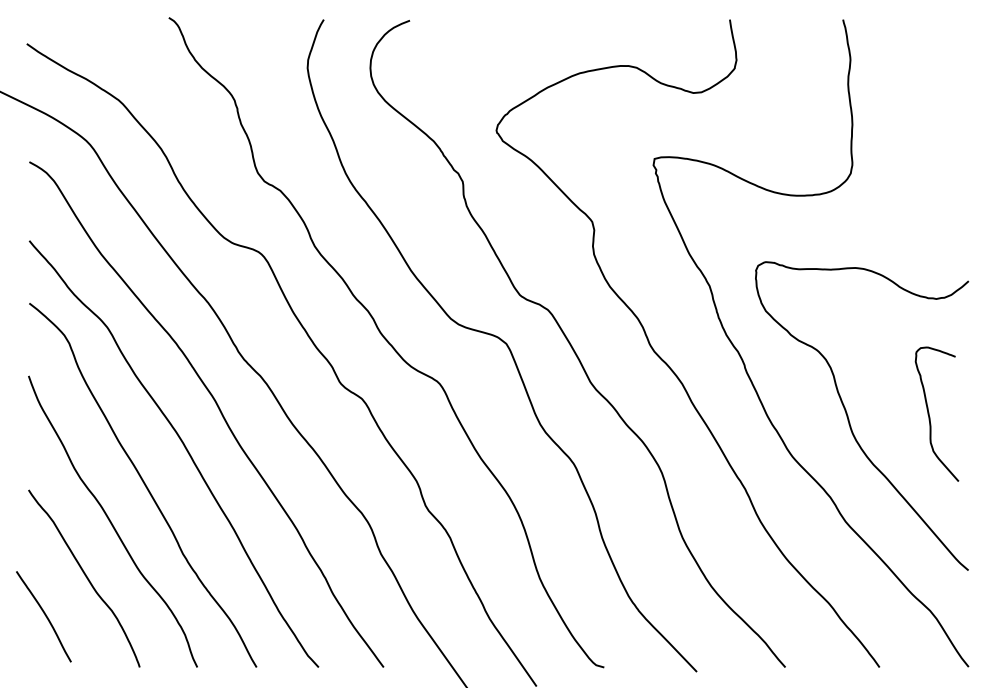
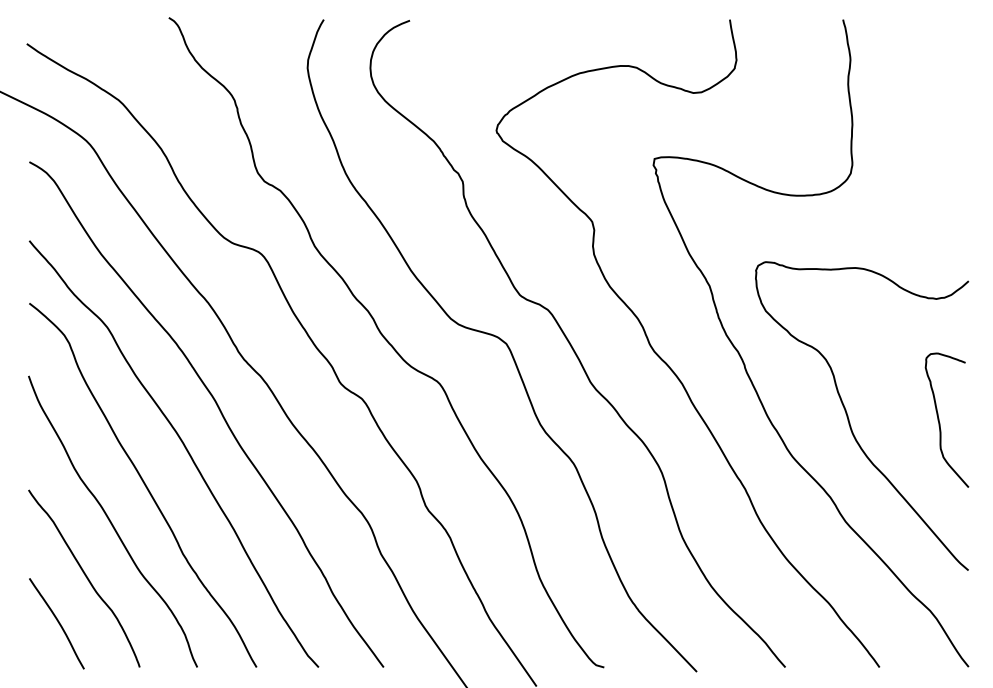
curve at (929, 413) position: (929, 413) -> (939, 419)
curve at (44, 615) position: (44, 615) -> (57, 622)
